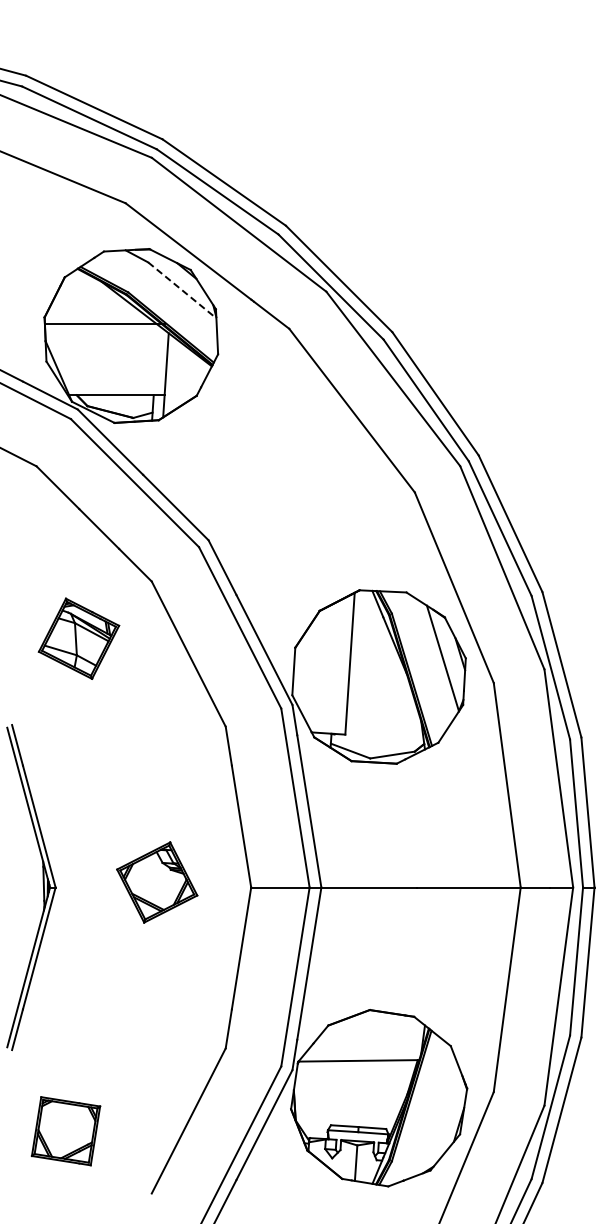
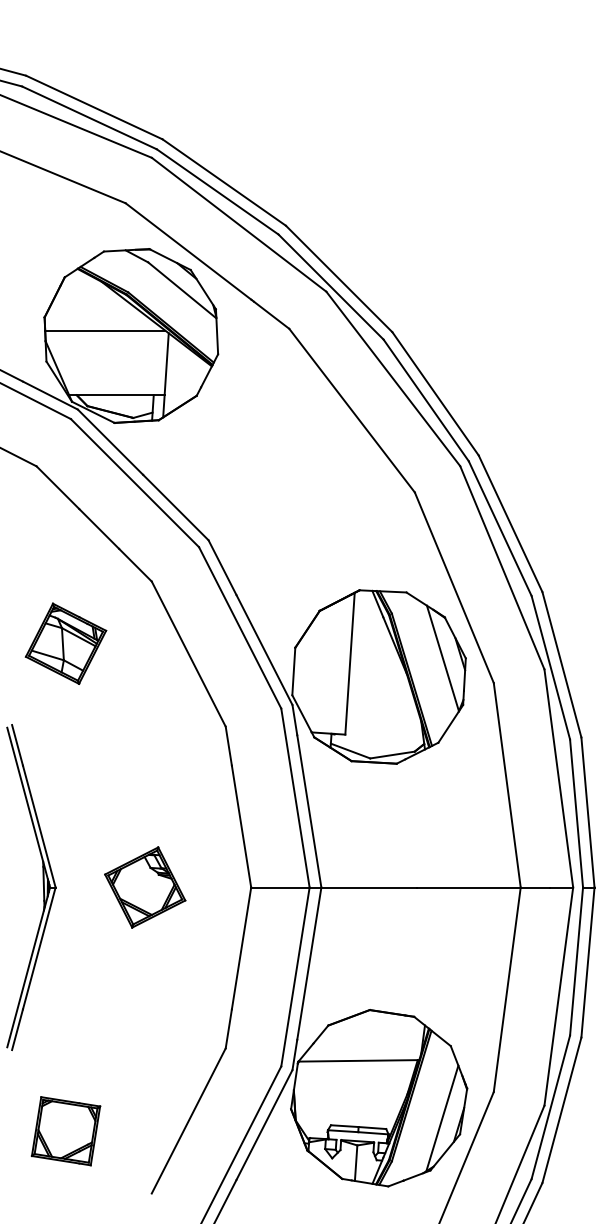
line at (182, 290): dashed -> solid
line at (105, 323) position: (105, 323) -> (105, 330)
part at (78, 638) position: (78, 638) -> (65, 643)
part at (157, 882) position: (157, 882) -> (145, 887)
line at (442, 1118): none -> present
